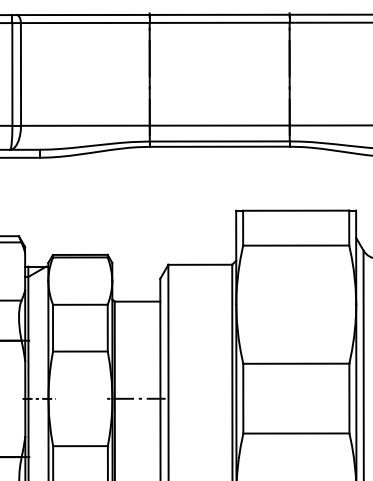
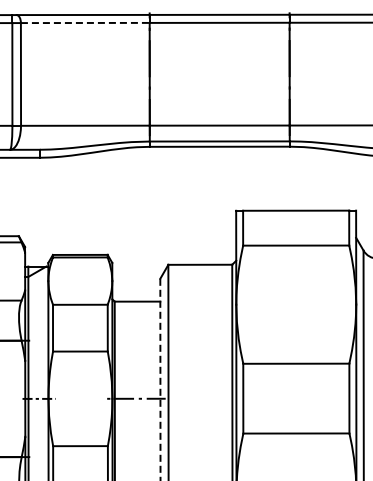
line at (85, 23): solid -> dashed
line at (160, 379): solid -> dashed
